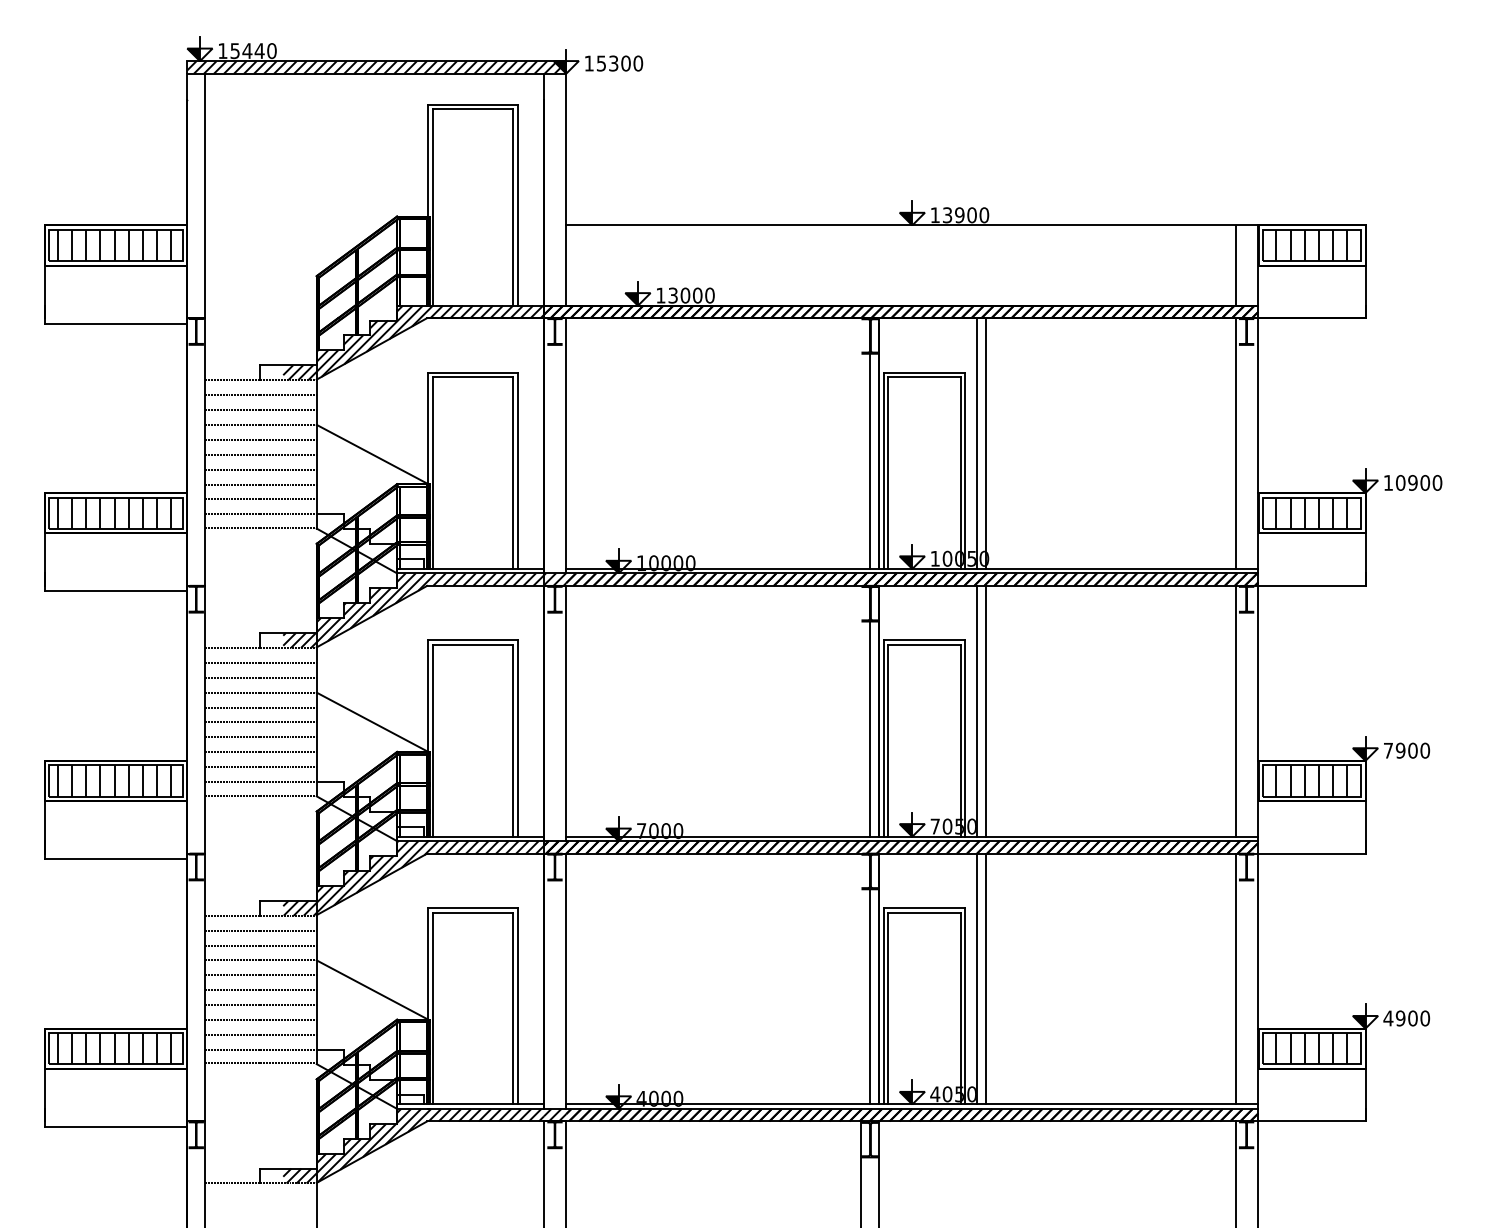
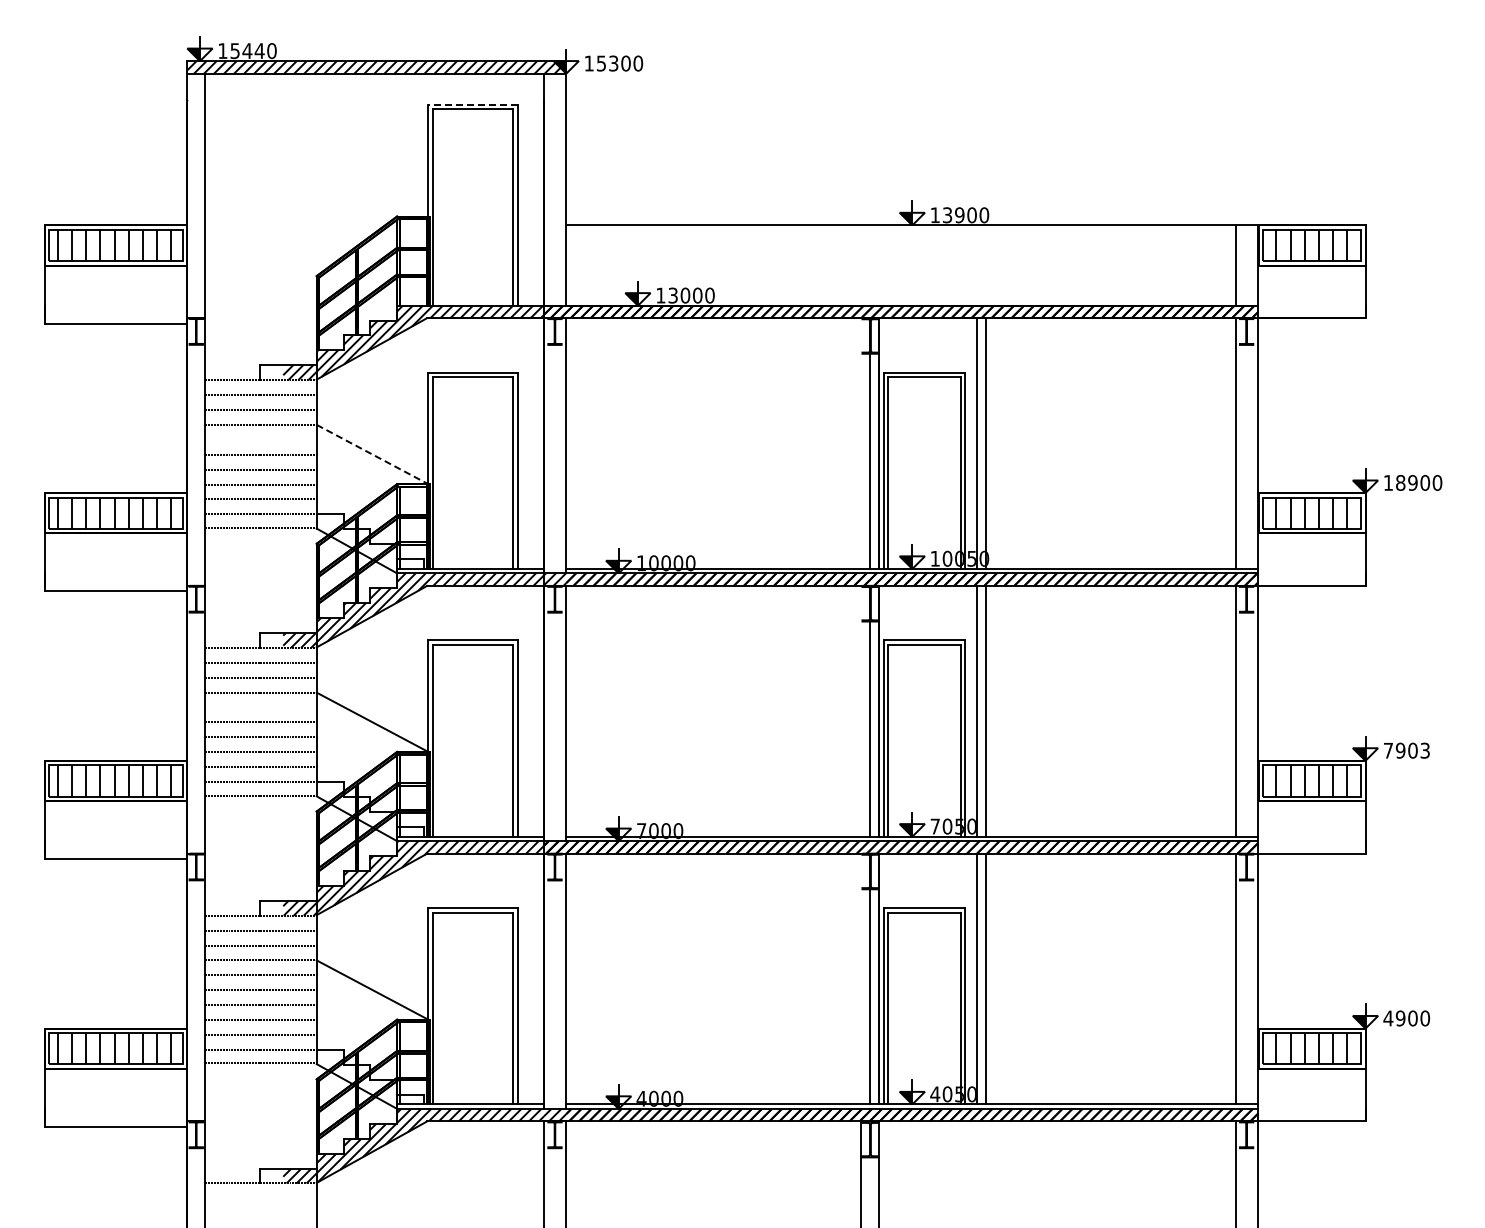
line at (472, 104): solid -> dashed
line at (260, 439): present -> none
line at (372, 454): solid -> dashed
text at (1400, 482): 10900 -> 18900
line at (260, 707): present -> none
text at (1425, 750): 7900 -> 7903
